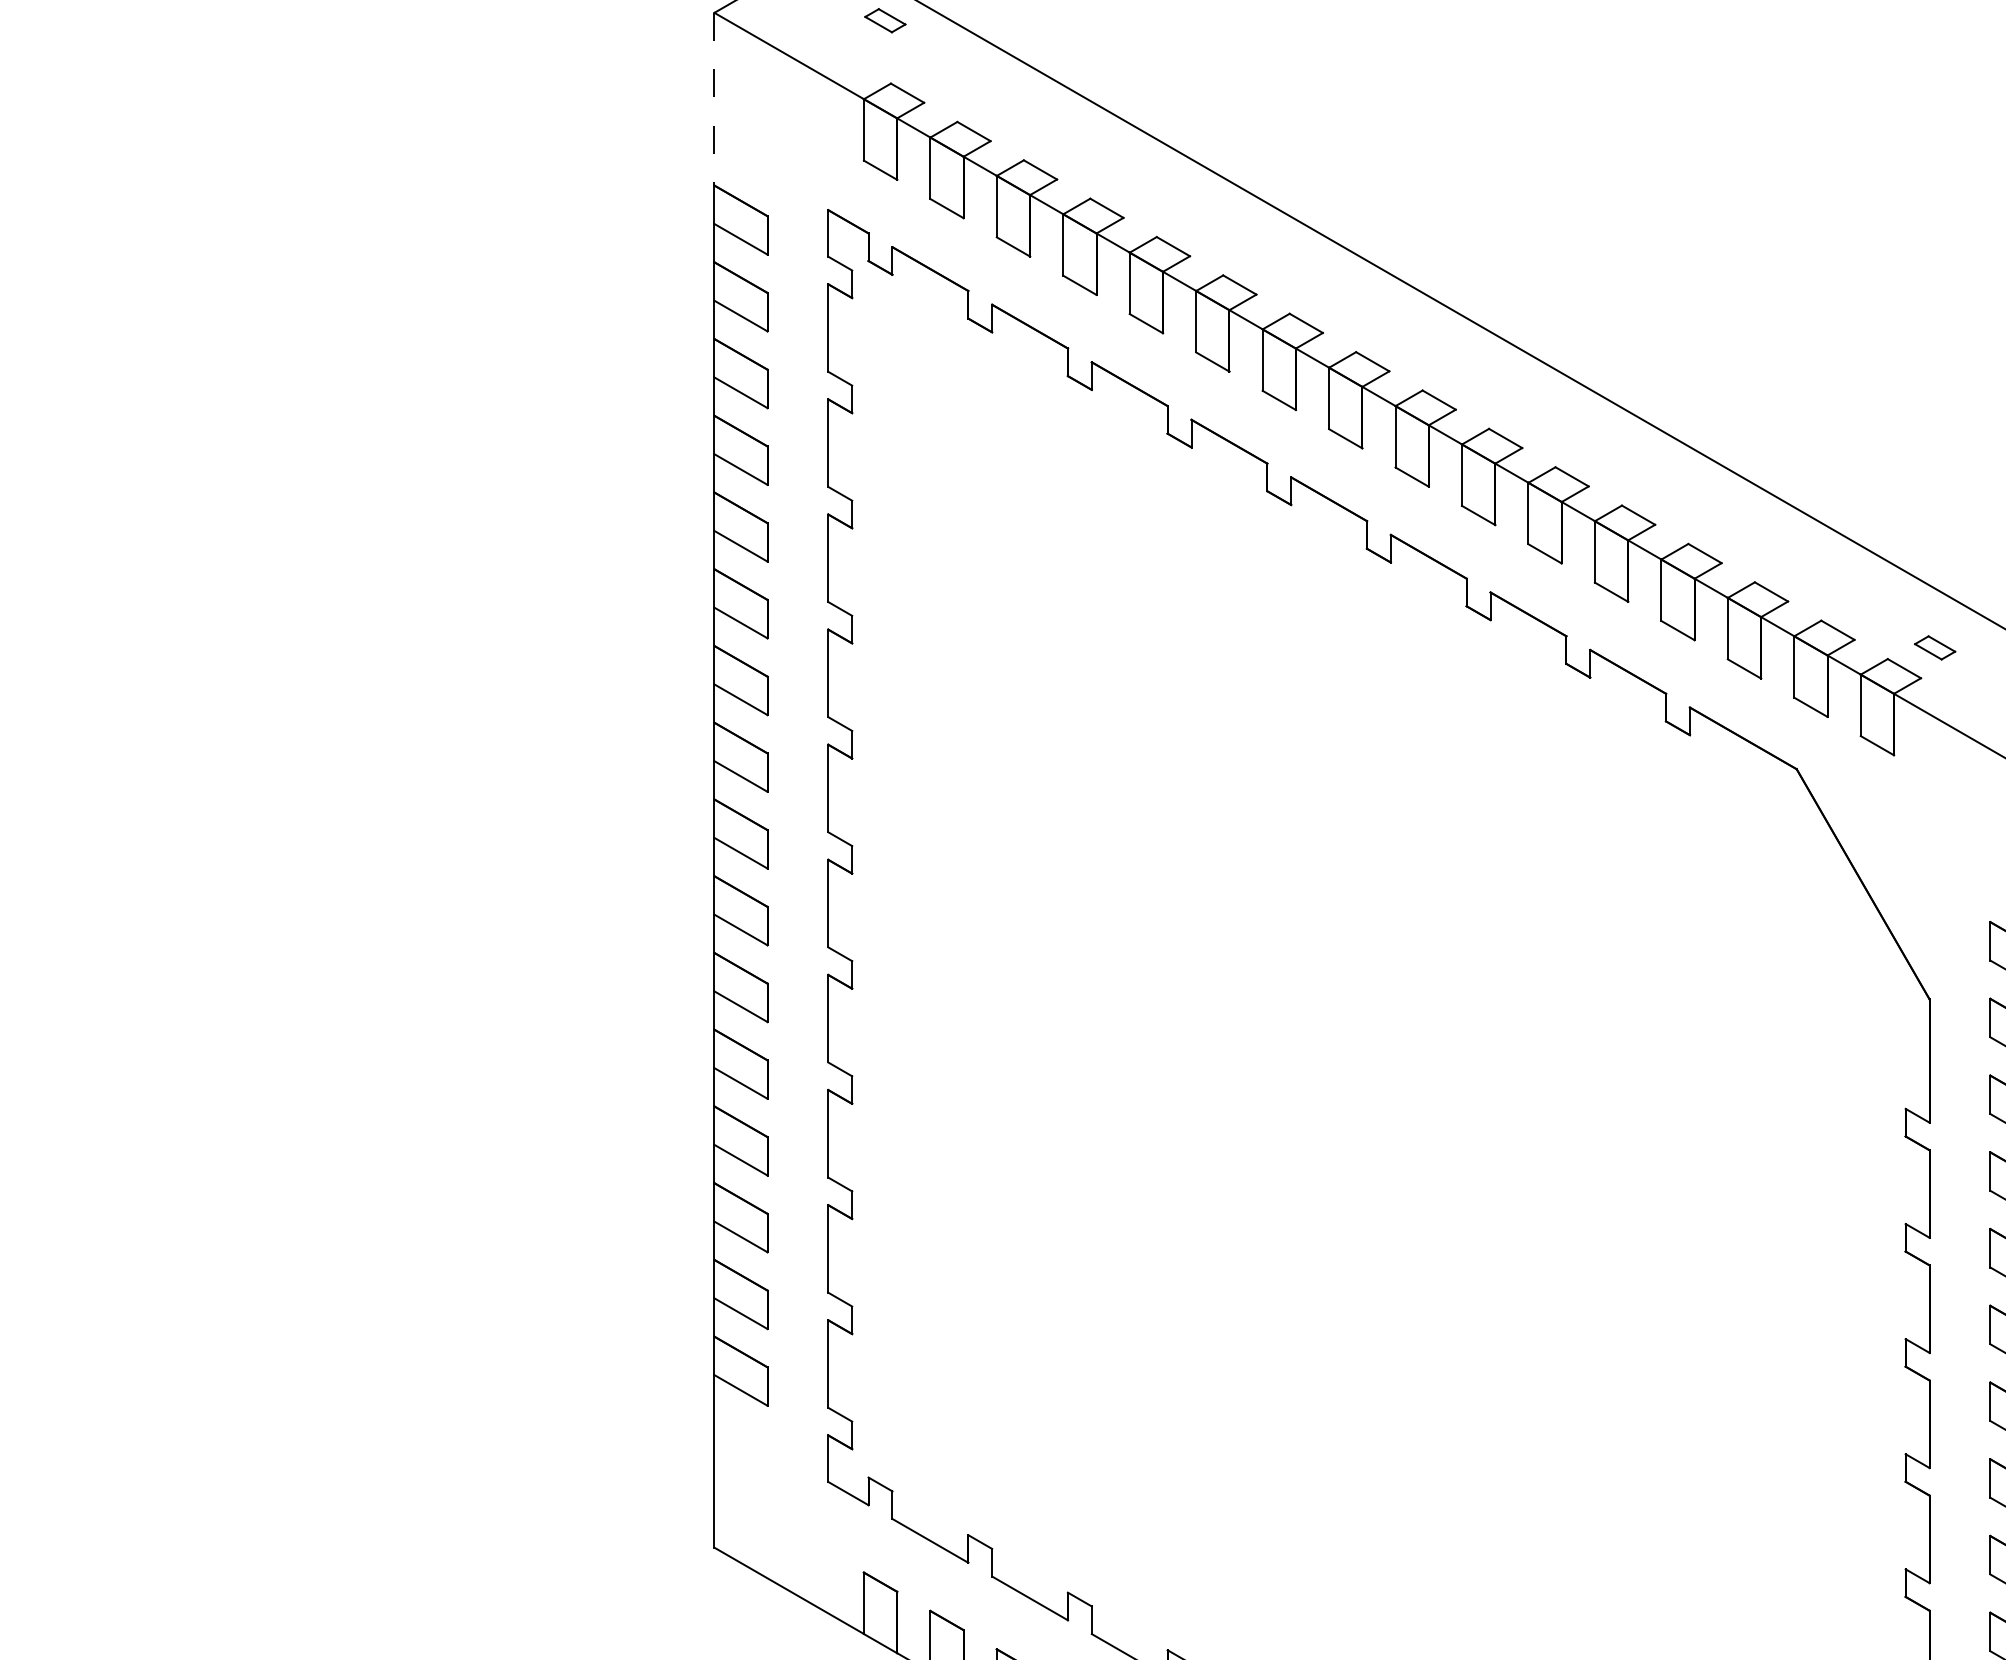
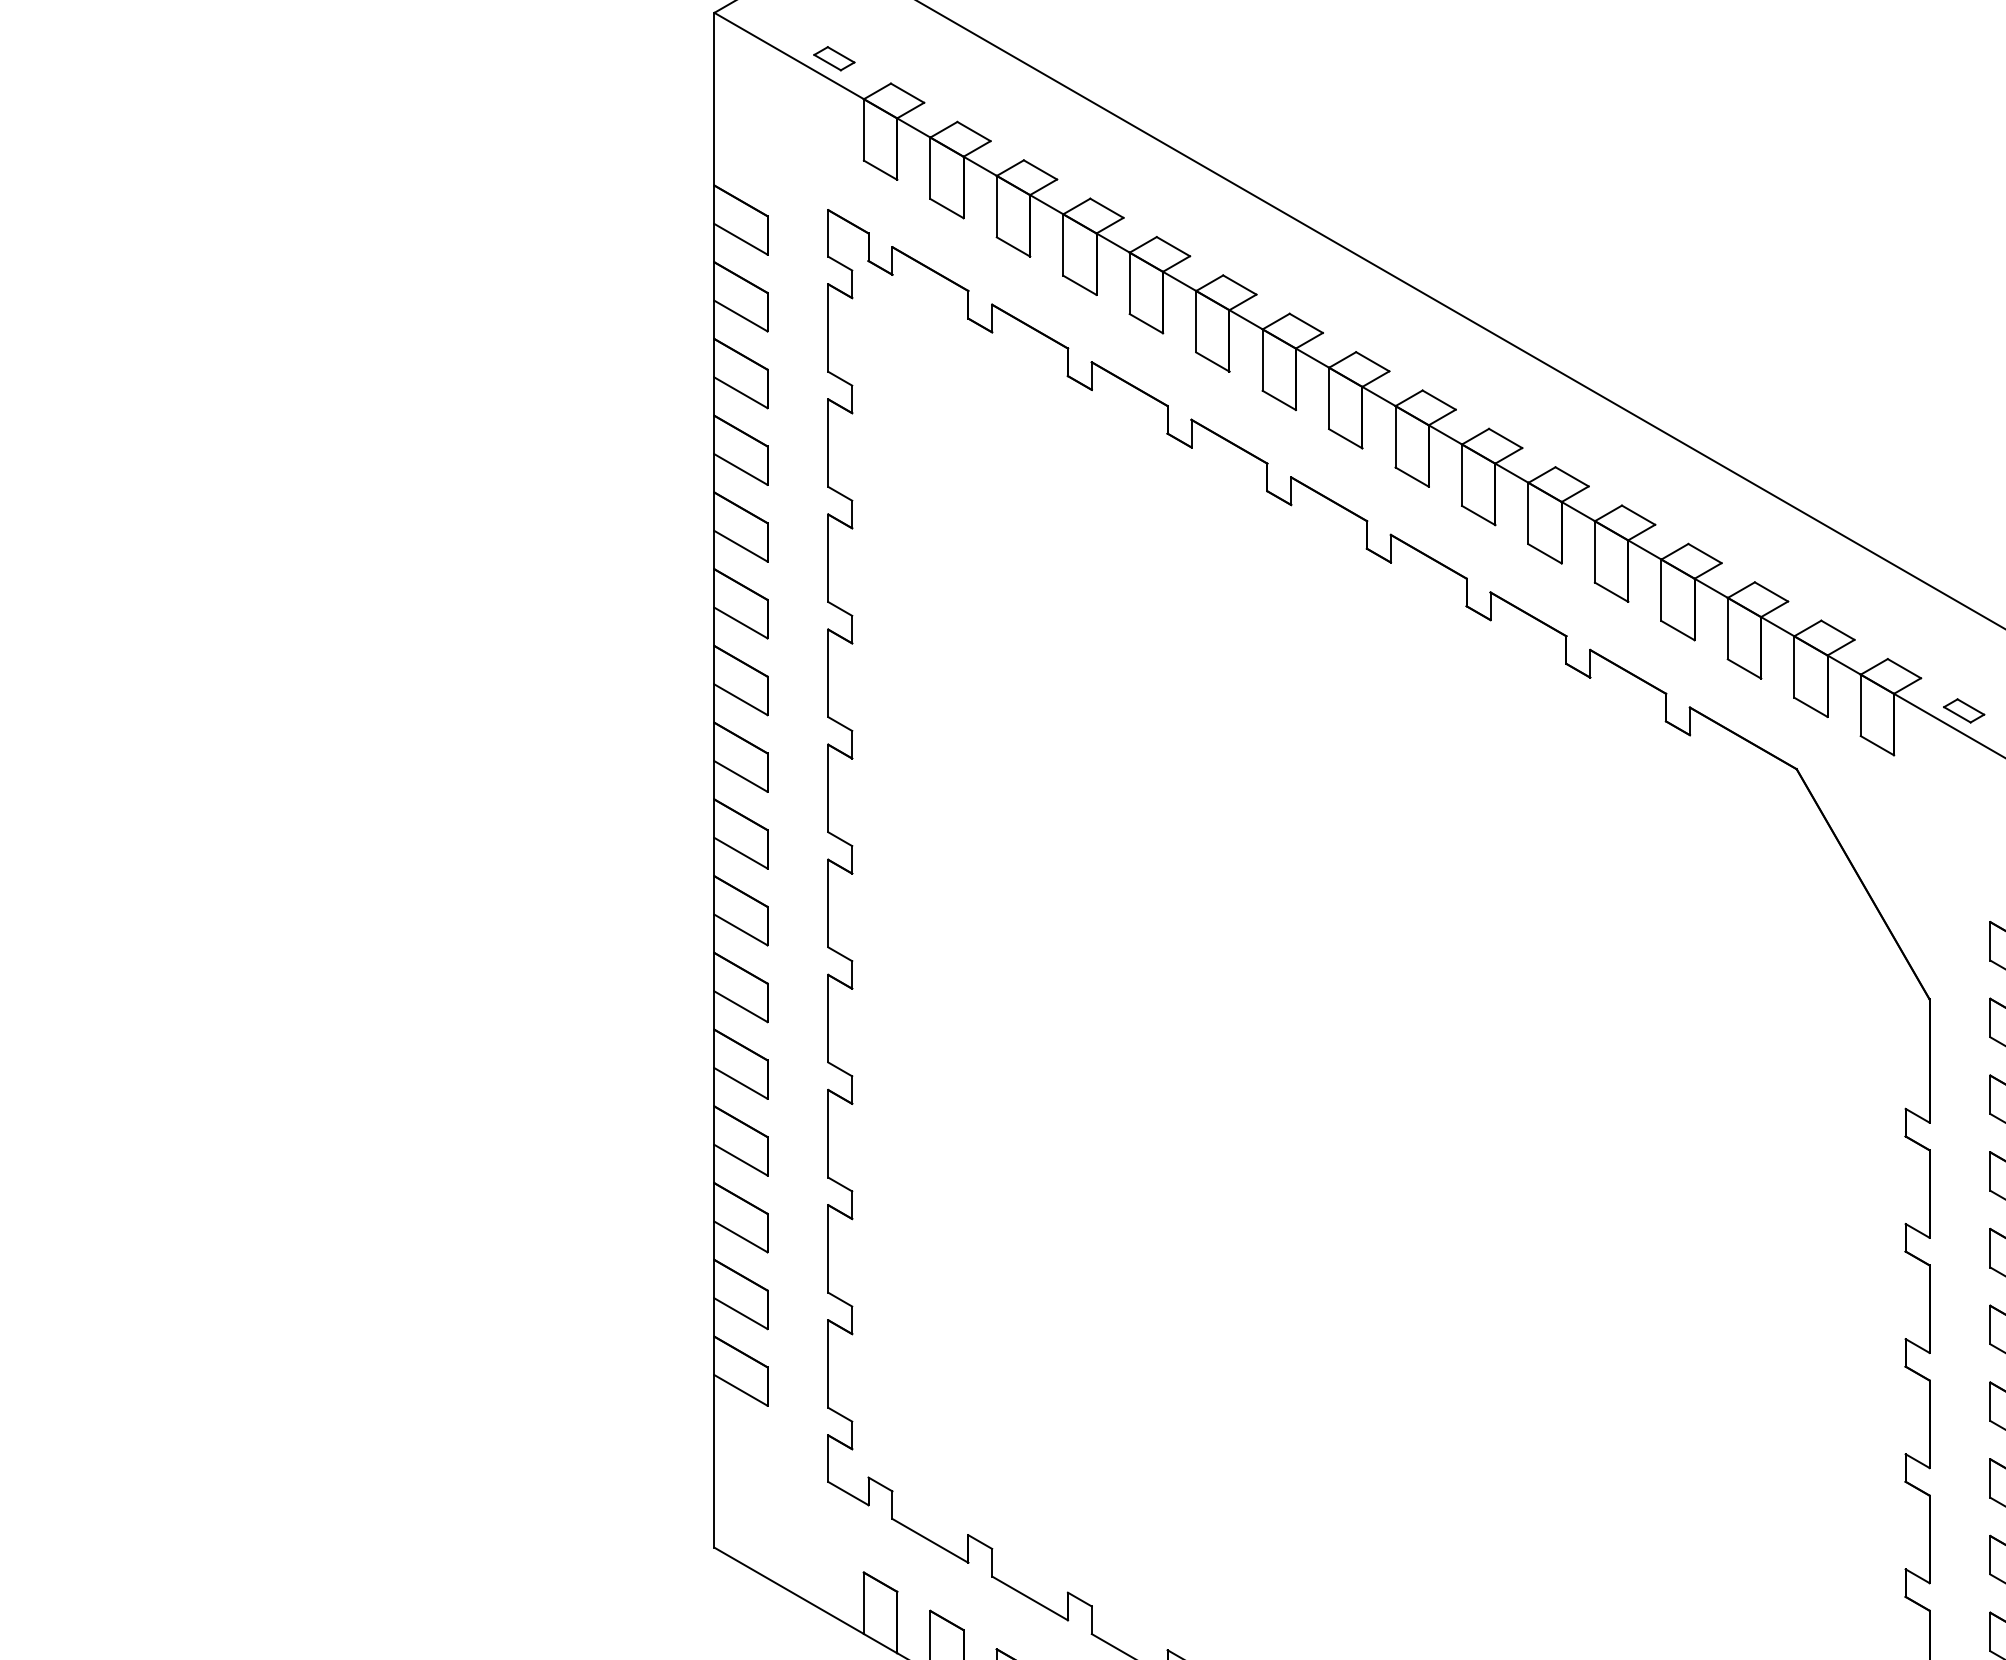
part at (885, 20) position: (885, 20) -> (834, 58)
line at (714, 99): dashed -> solid
part at (1935, 647) position: (1935, 647) -> (1964, 710)
